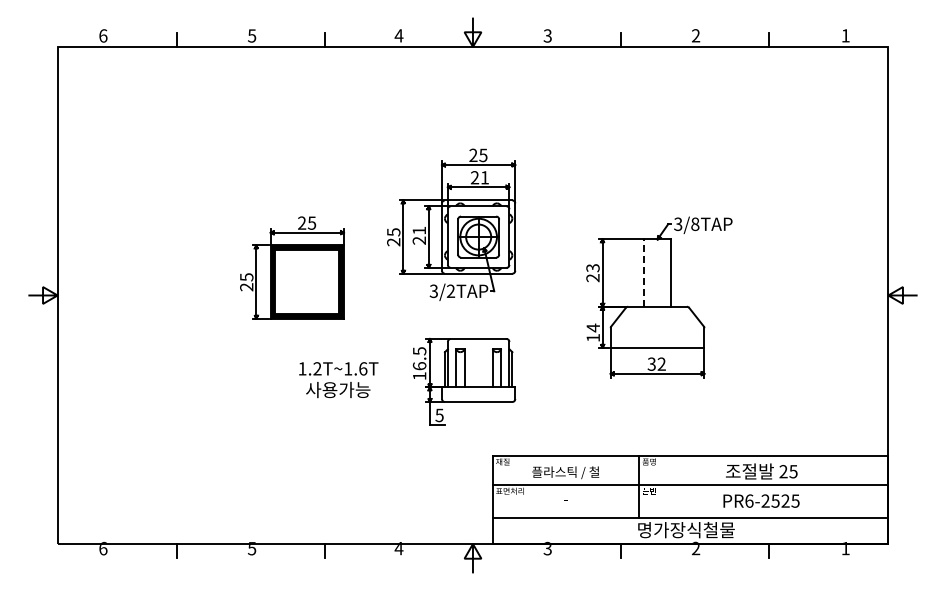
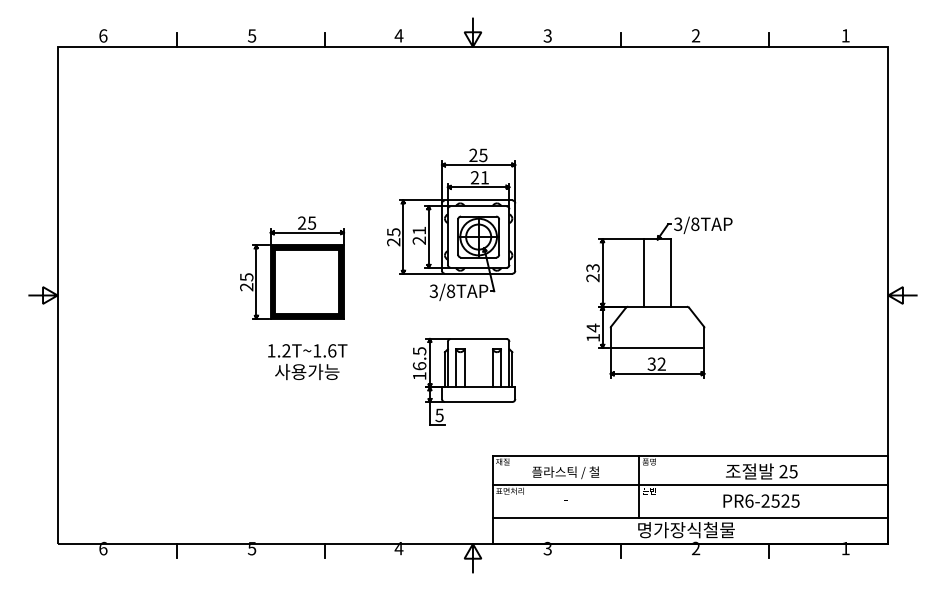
line at (644, 273): dashed -> solid
text at (450, 291): 3/2TAP -> 3/8TAP
text at (338, 380) position: (338, 380) -> (307, 362)
